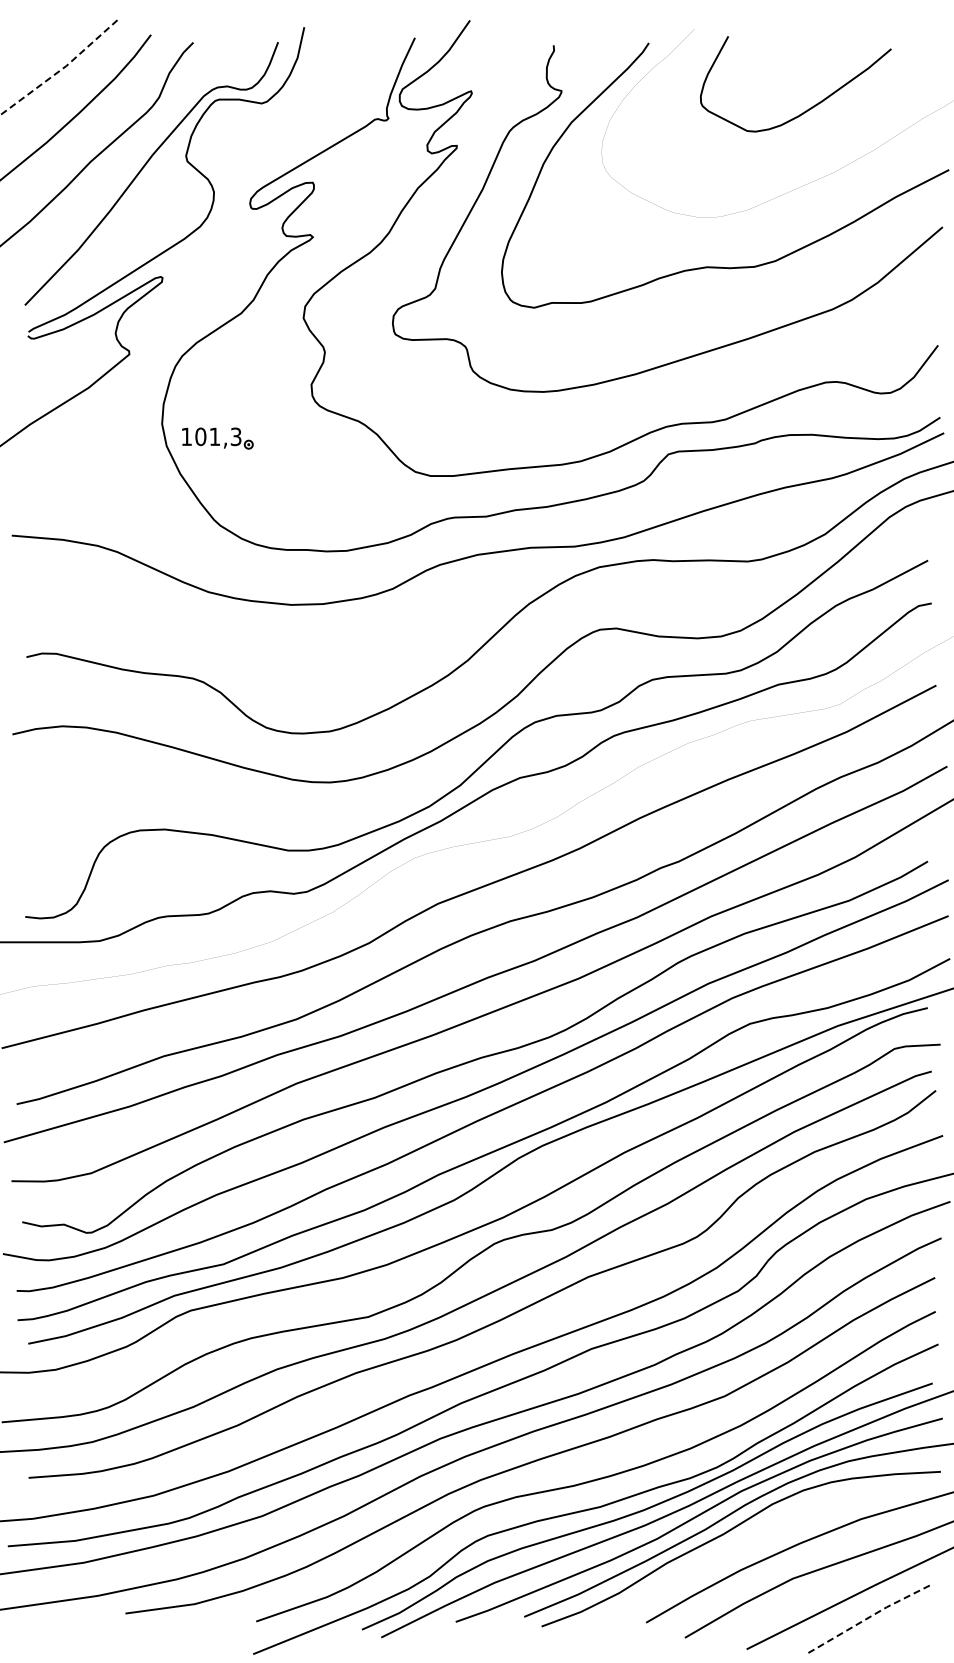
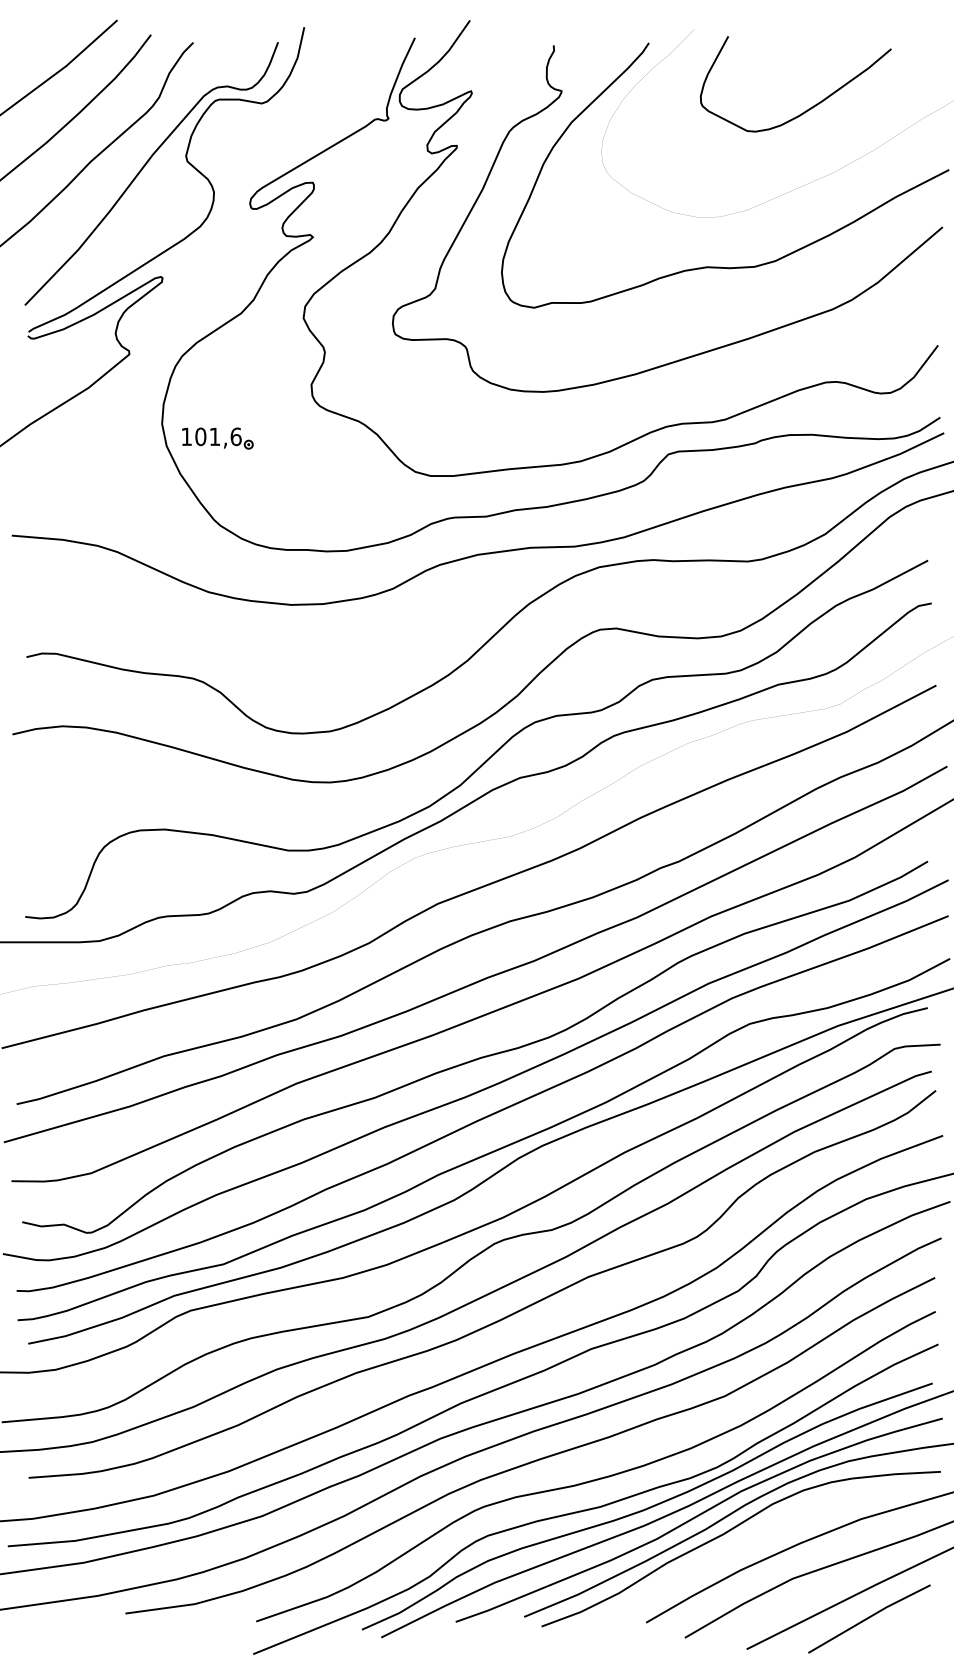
line at (60, 70): dashed -> solid
text at (235, 436): 101,3 -> 101,6
line at (869, 1617): dashed -> solid
